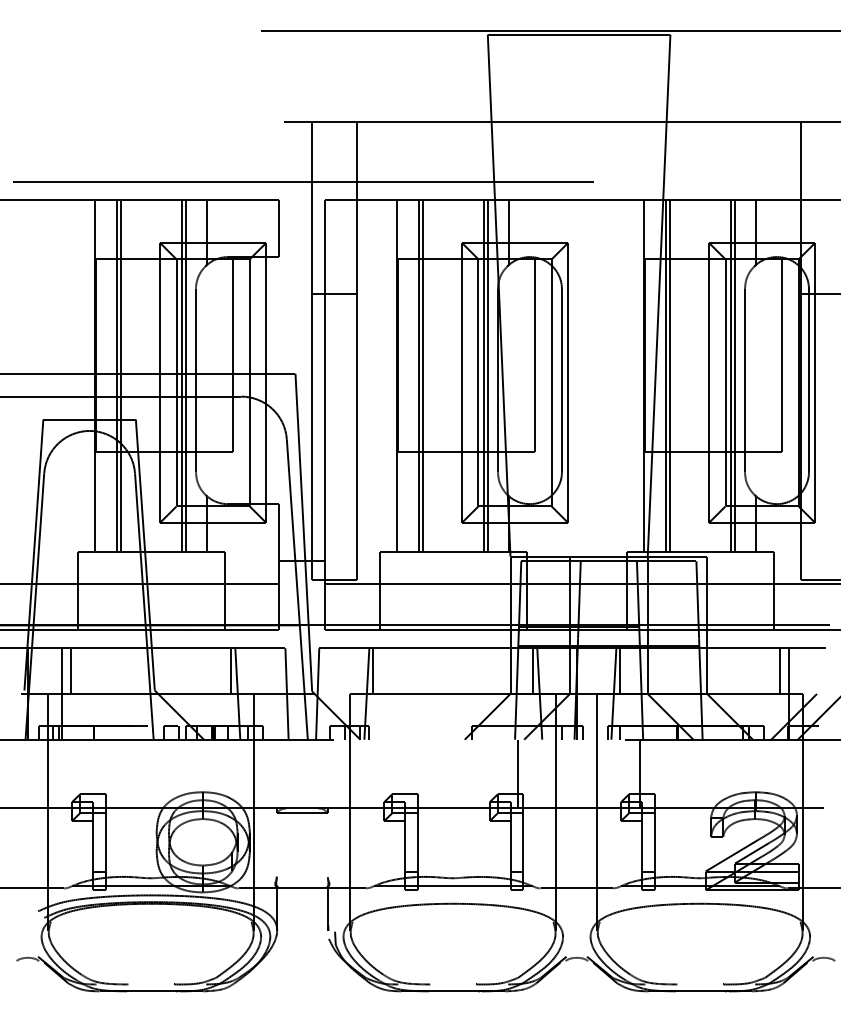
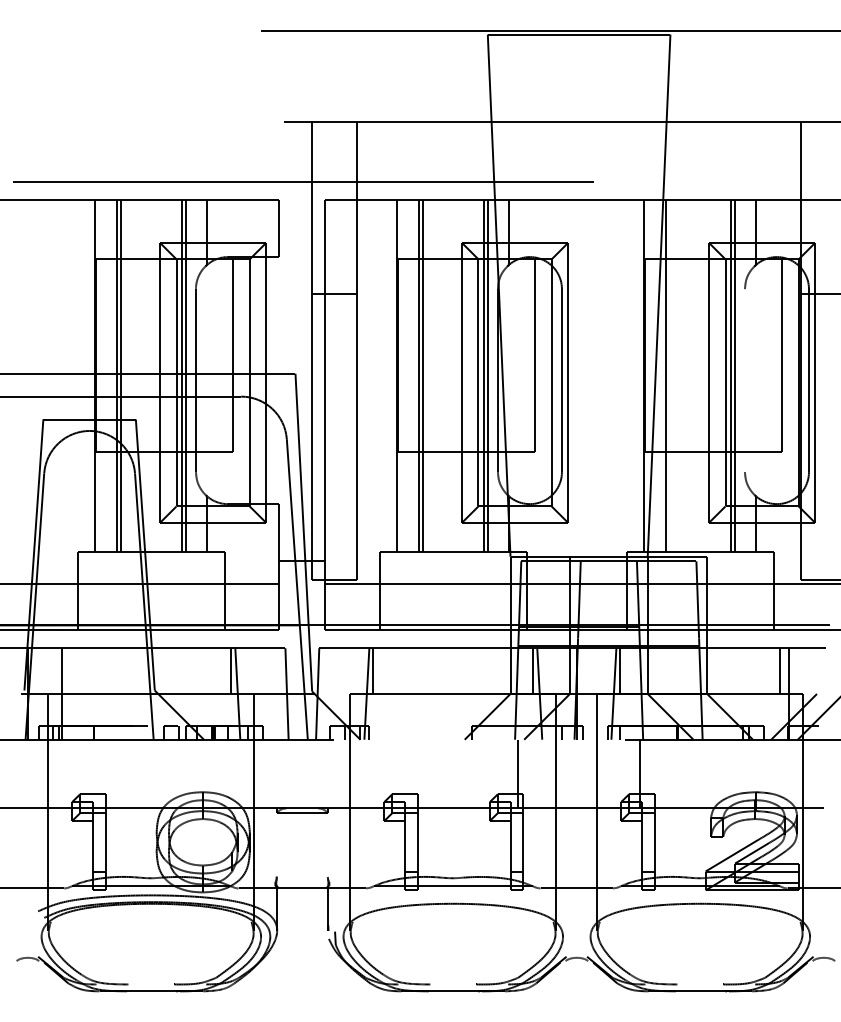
line at (670, 375): present -> none
line at (744, 380): present -> none
line at (71, 670): present -> none
